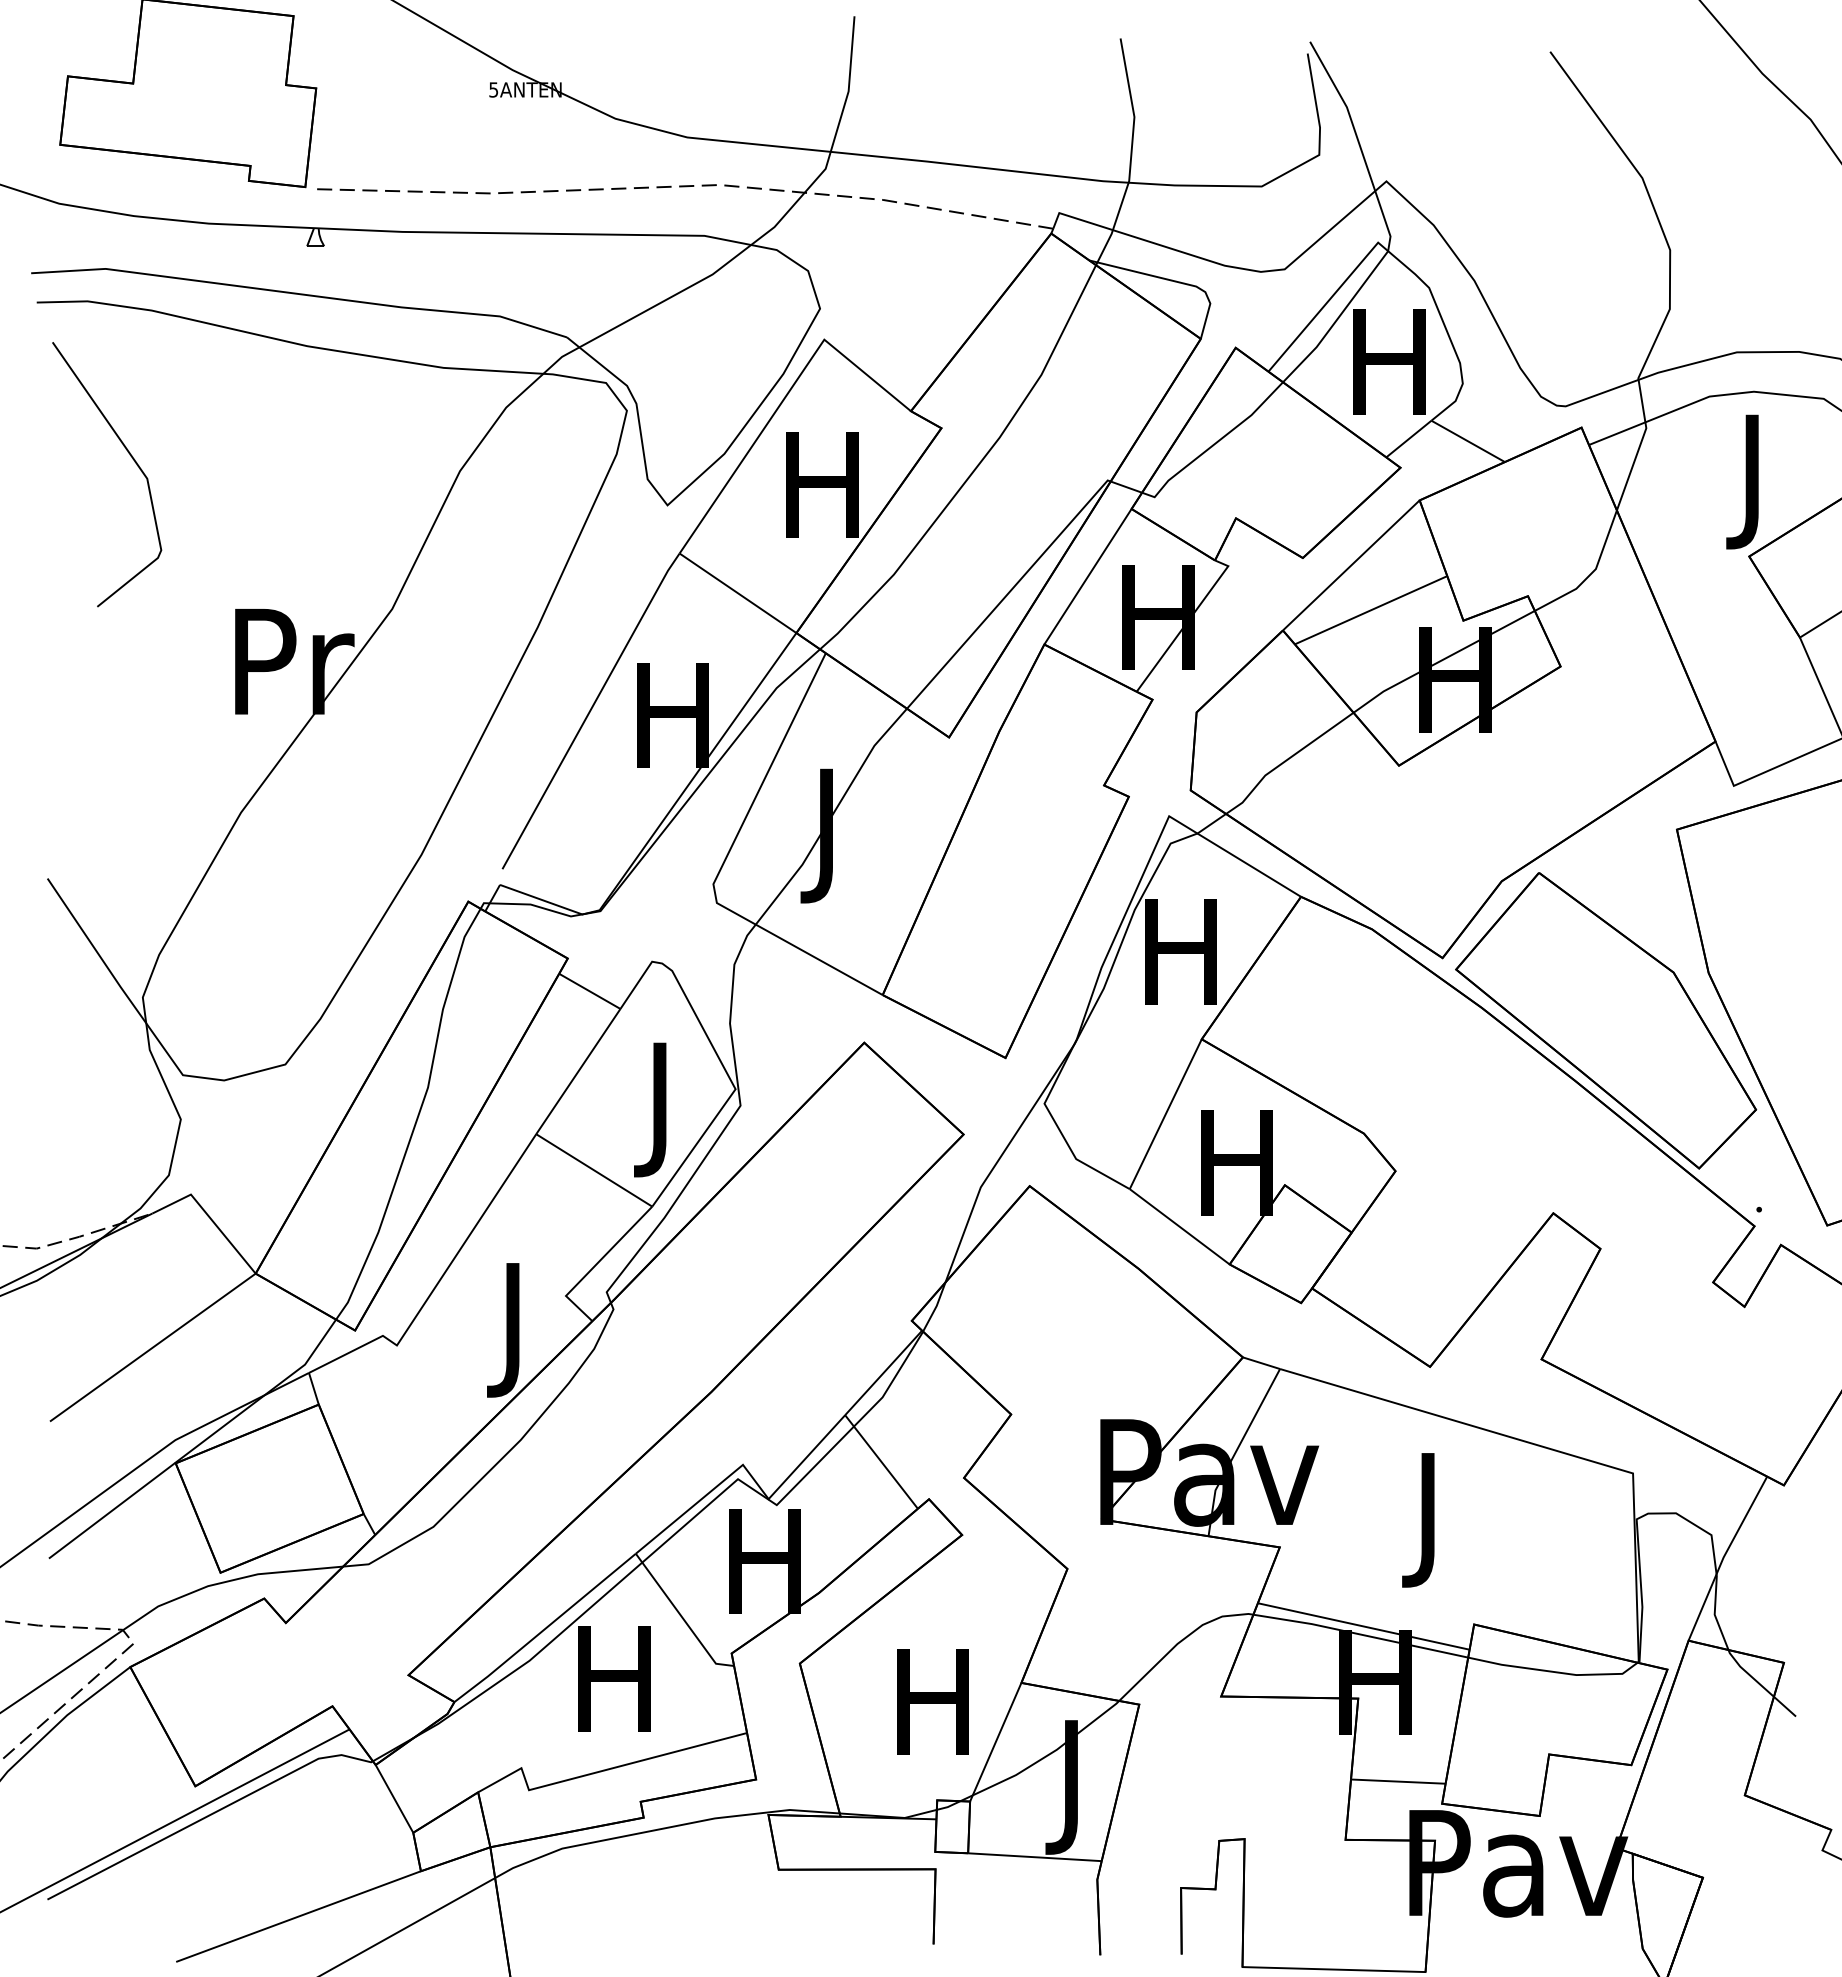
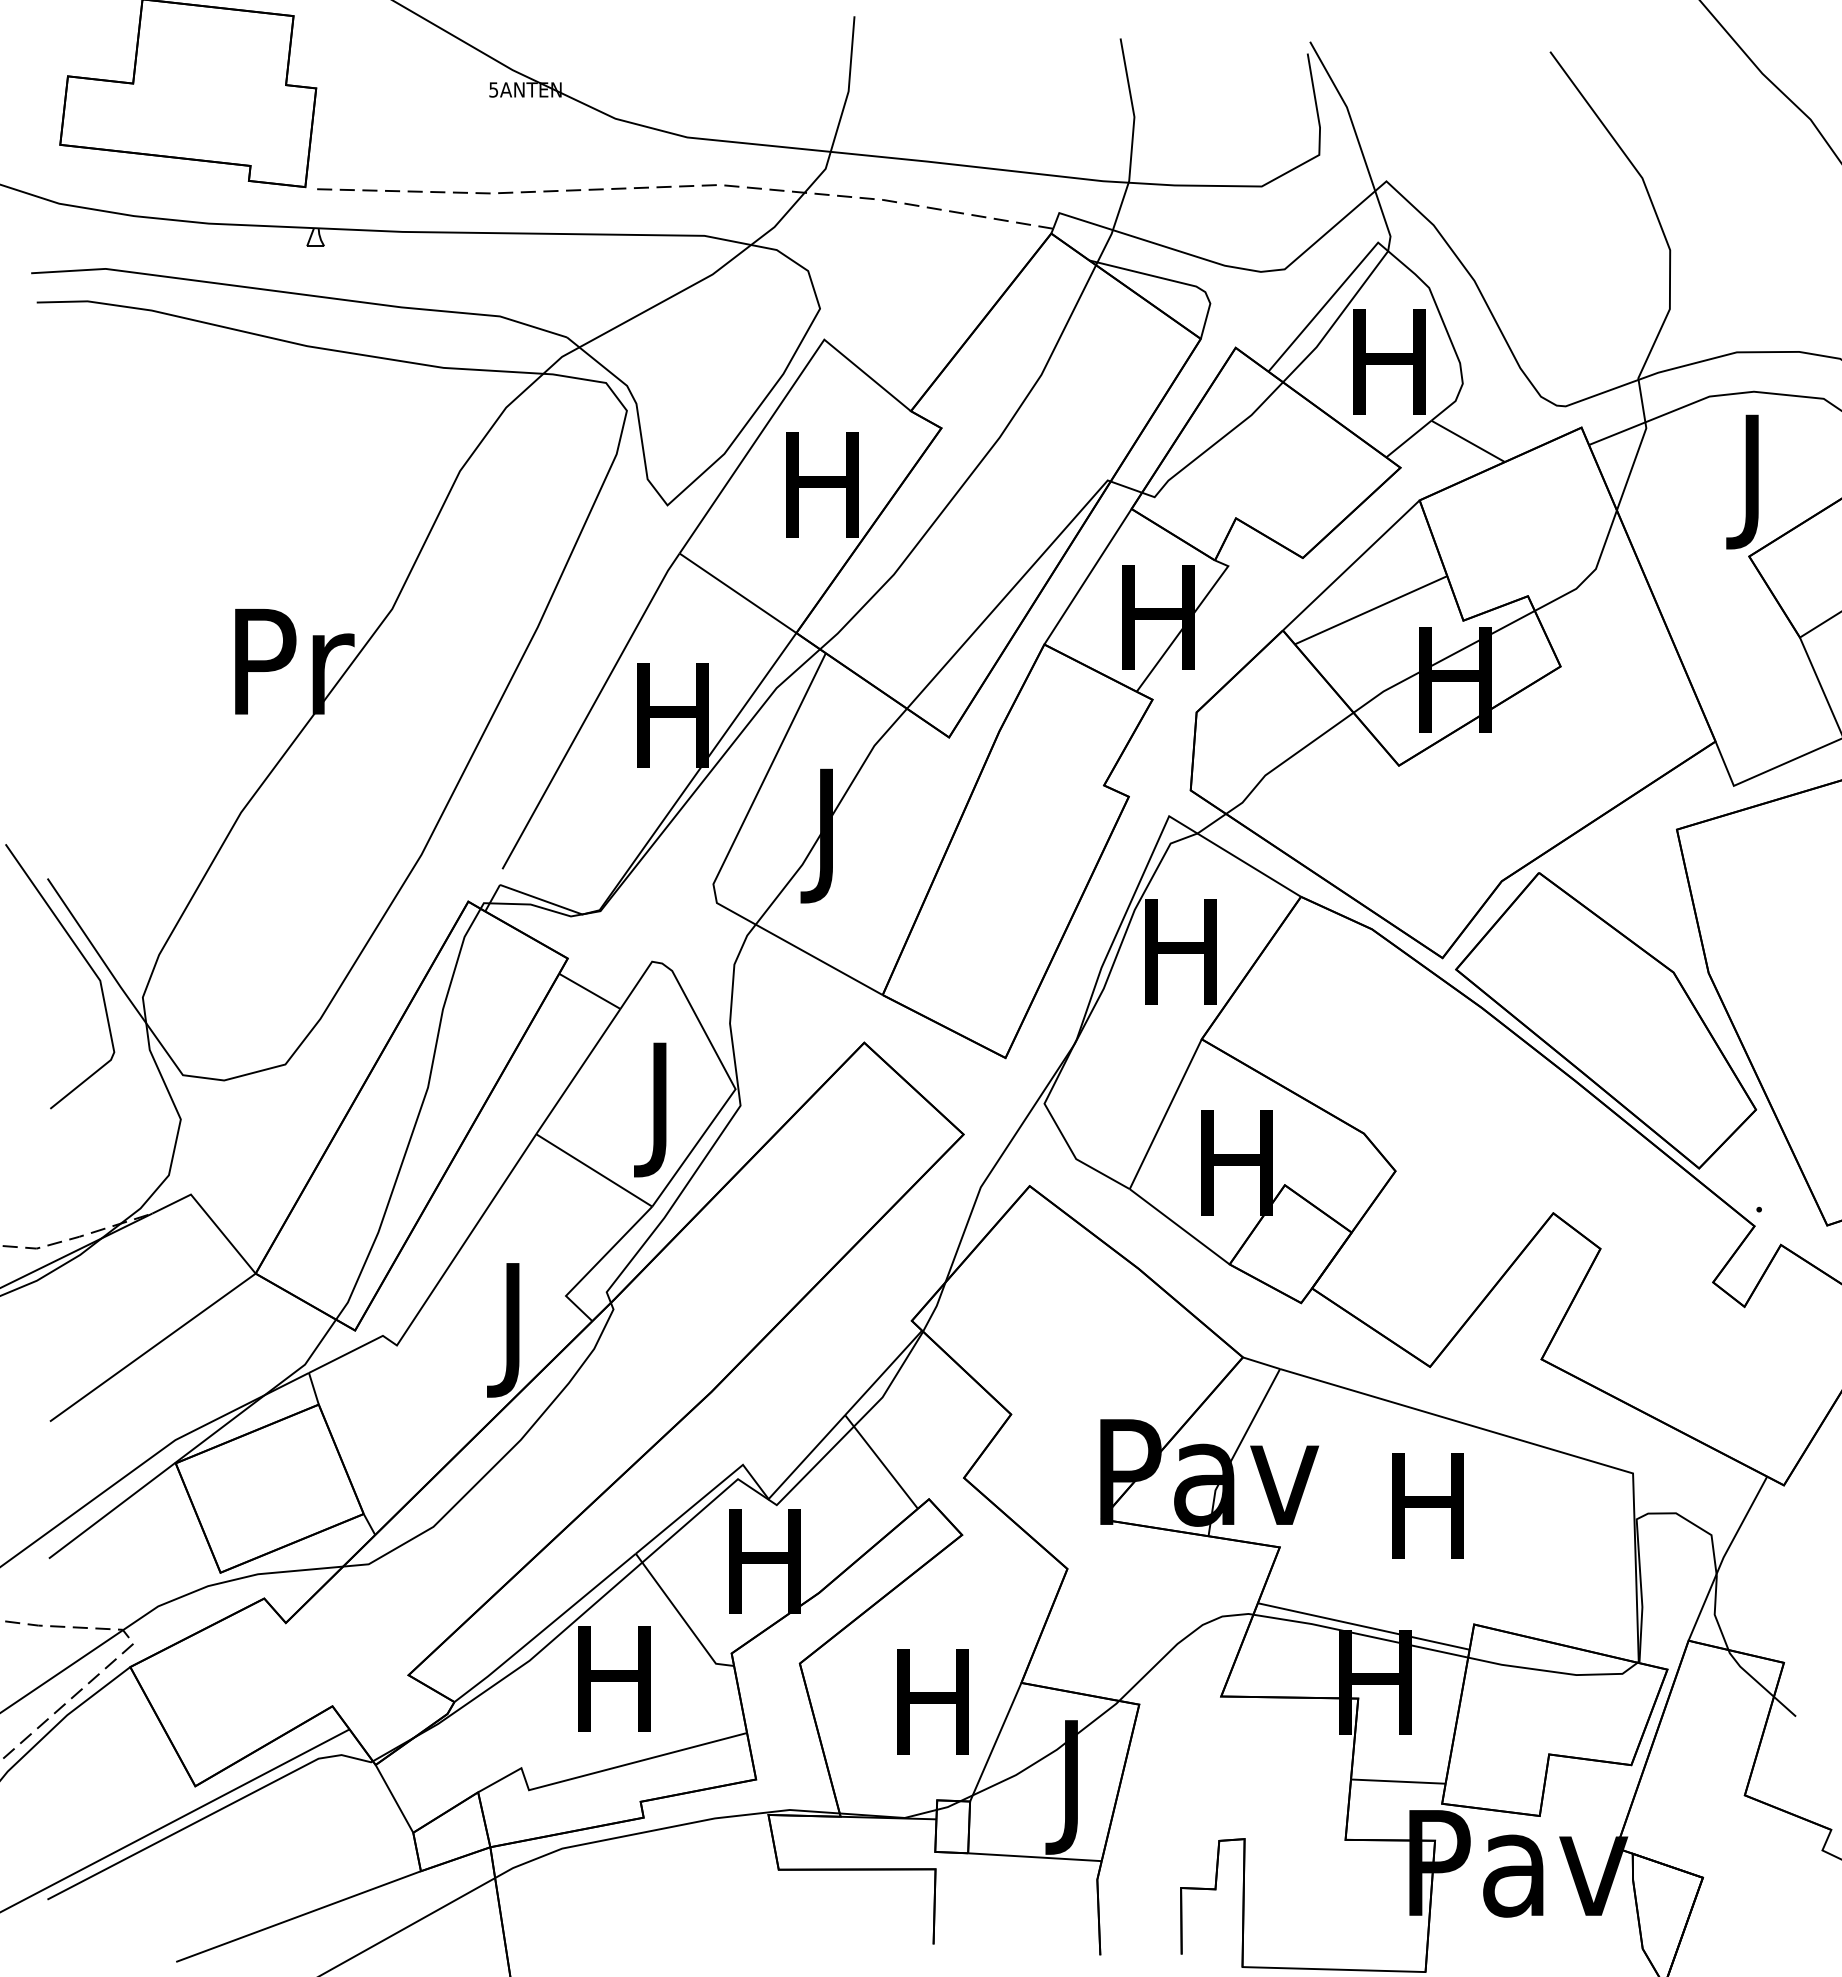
line at (132, 459) position: (132, 459) -> (85, 961)
text at (1427, 1520): J -> H
